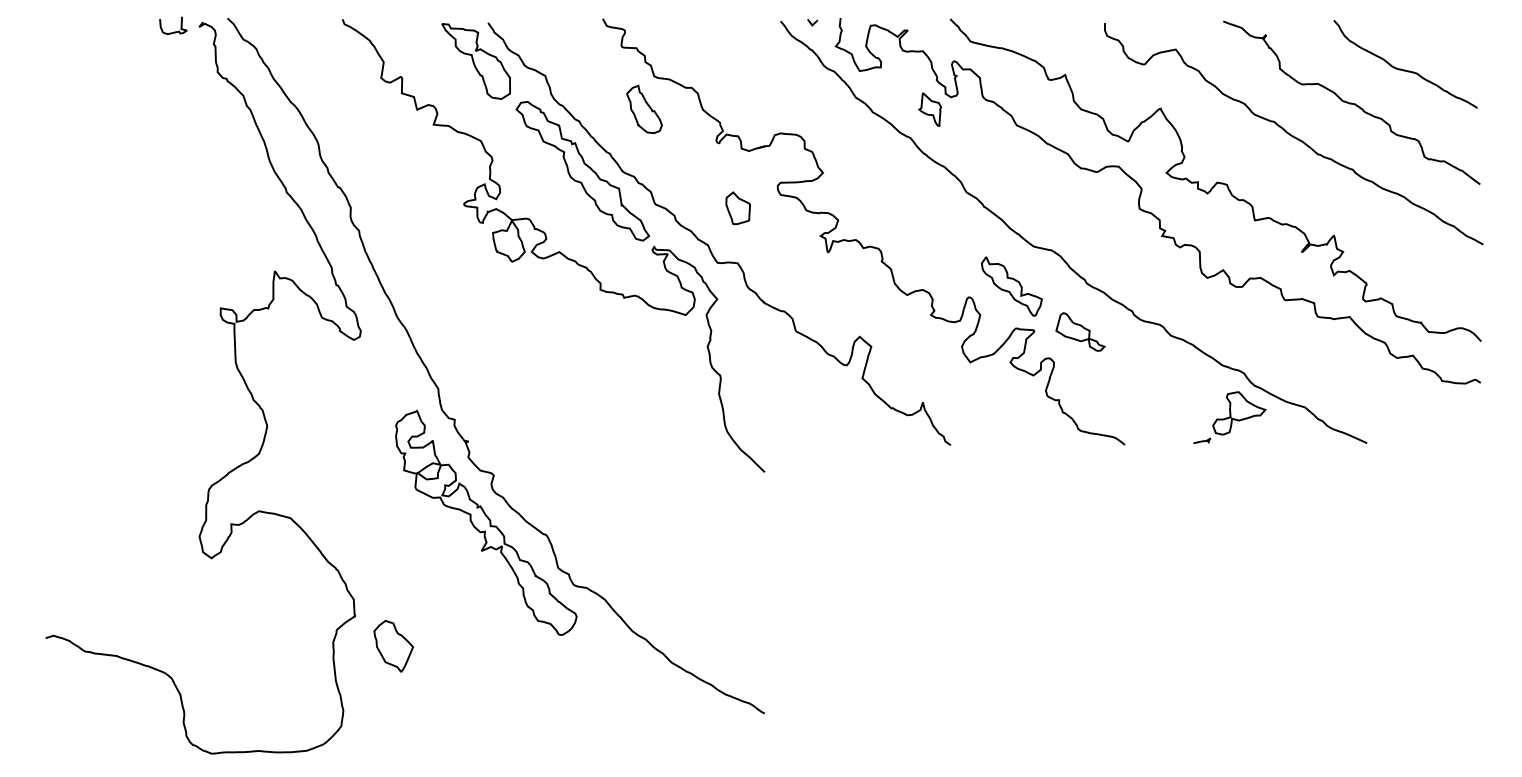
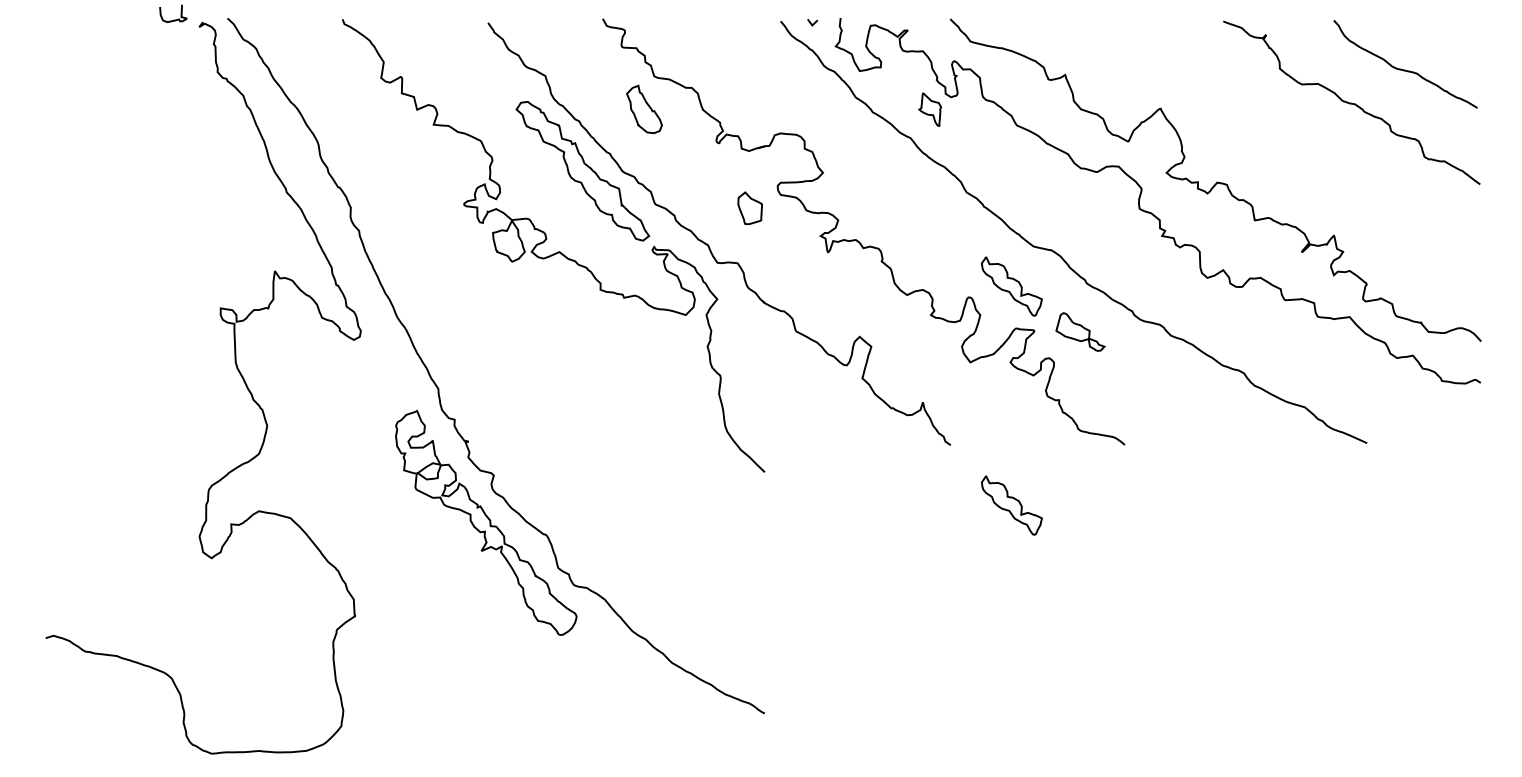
curve at (173, 31) position: (173, 31) -> (173, 19)
part at (475, 61): present -> none
curve at (1293, 135): present -> none
part at (737, 207) position: (737, 207) -> (749, 207)
part at (1229, 417): present -> none
part at (1011, 505): none -> present
part at (393, 646): present -> none
